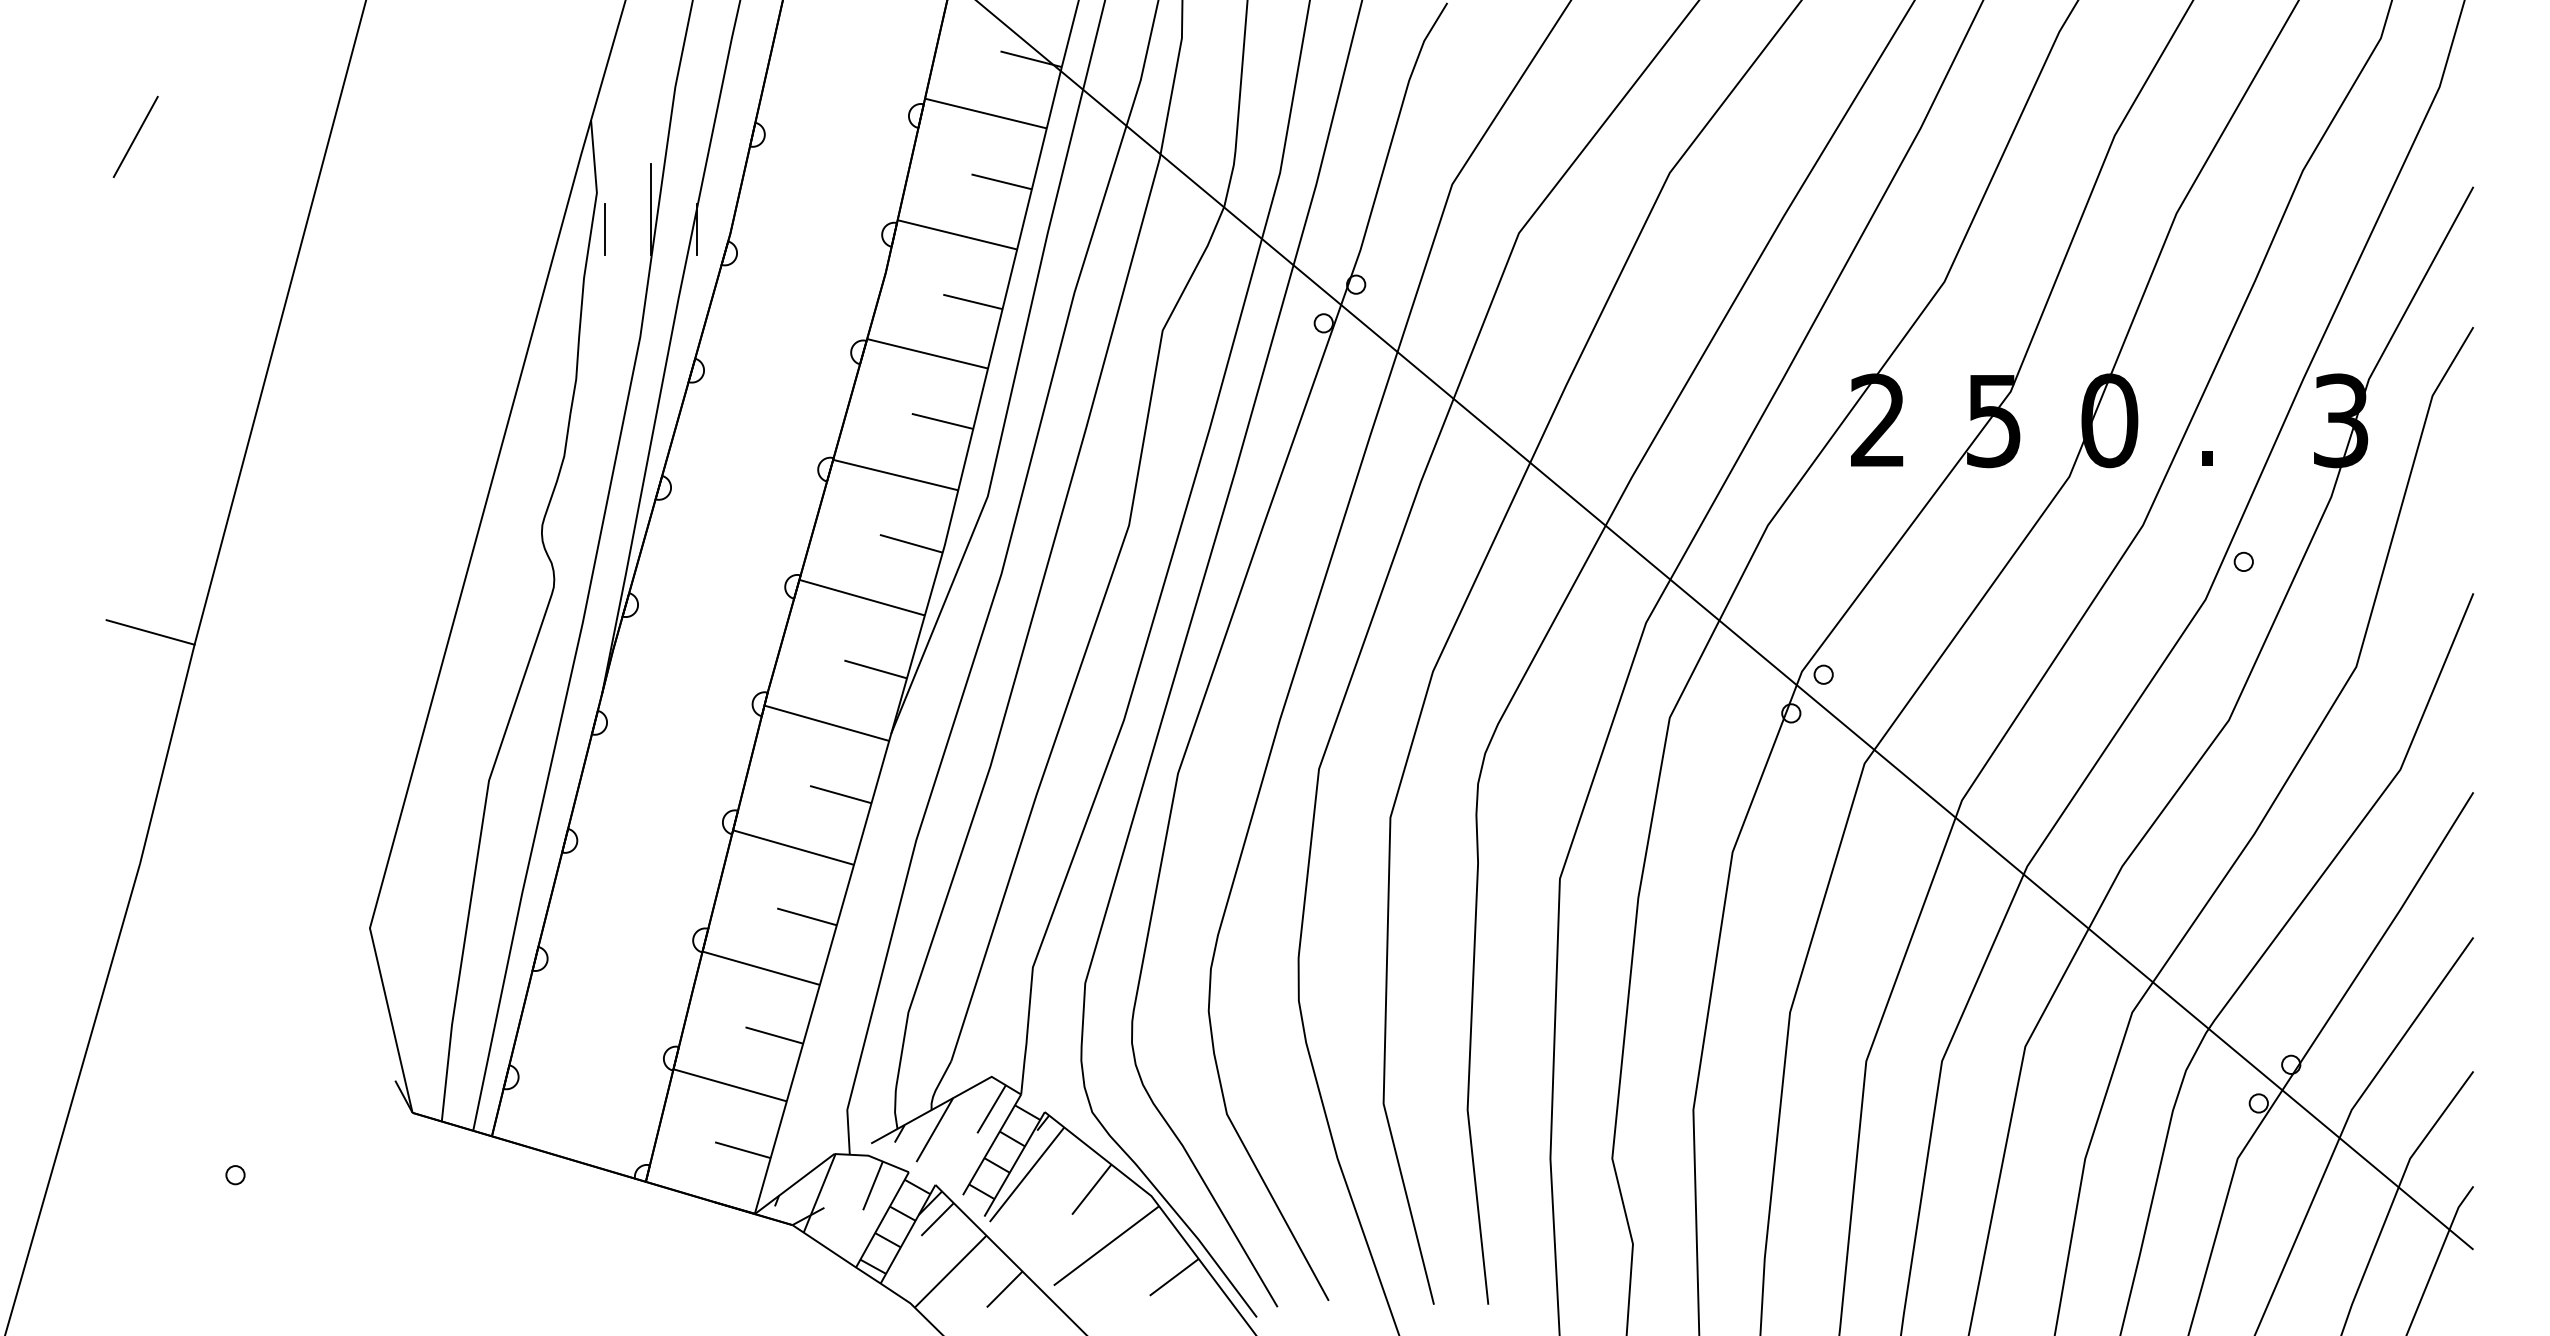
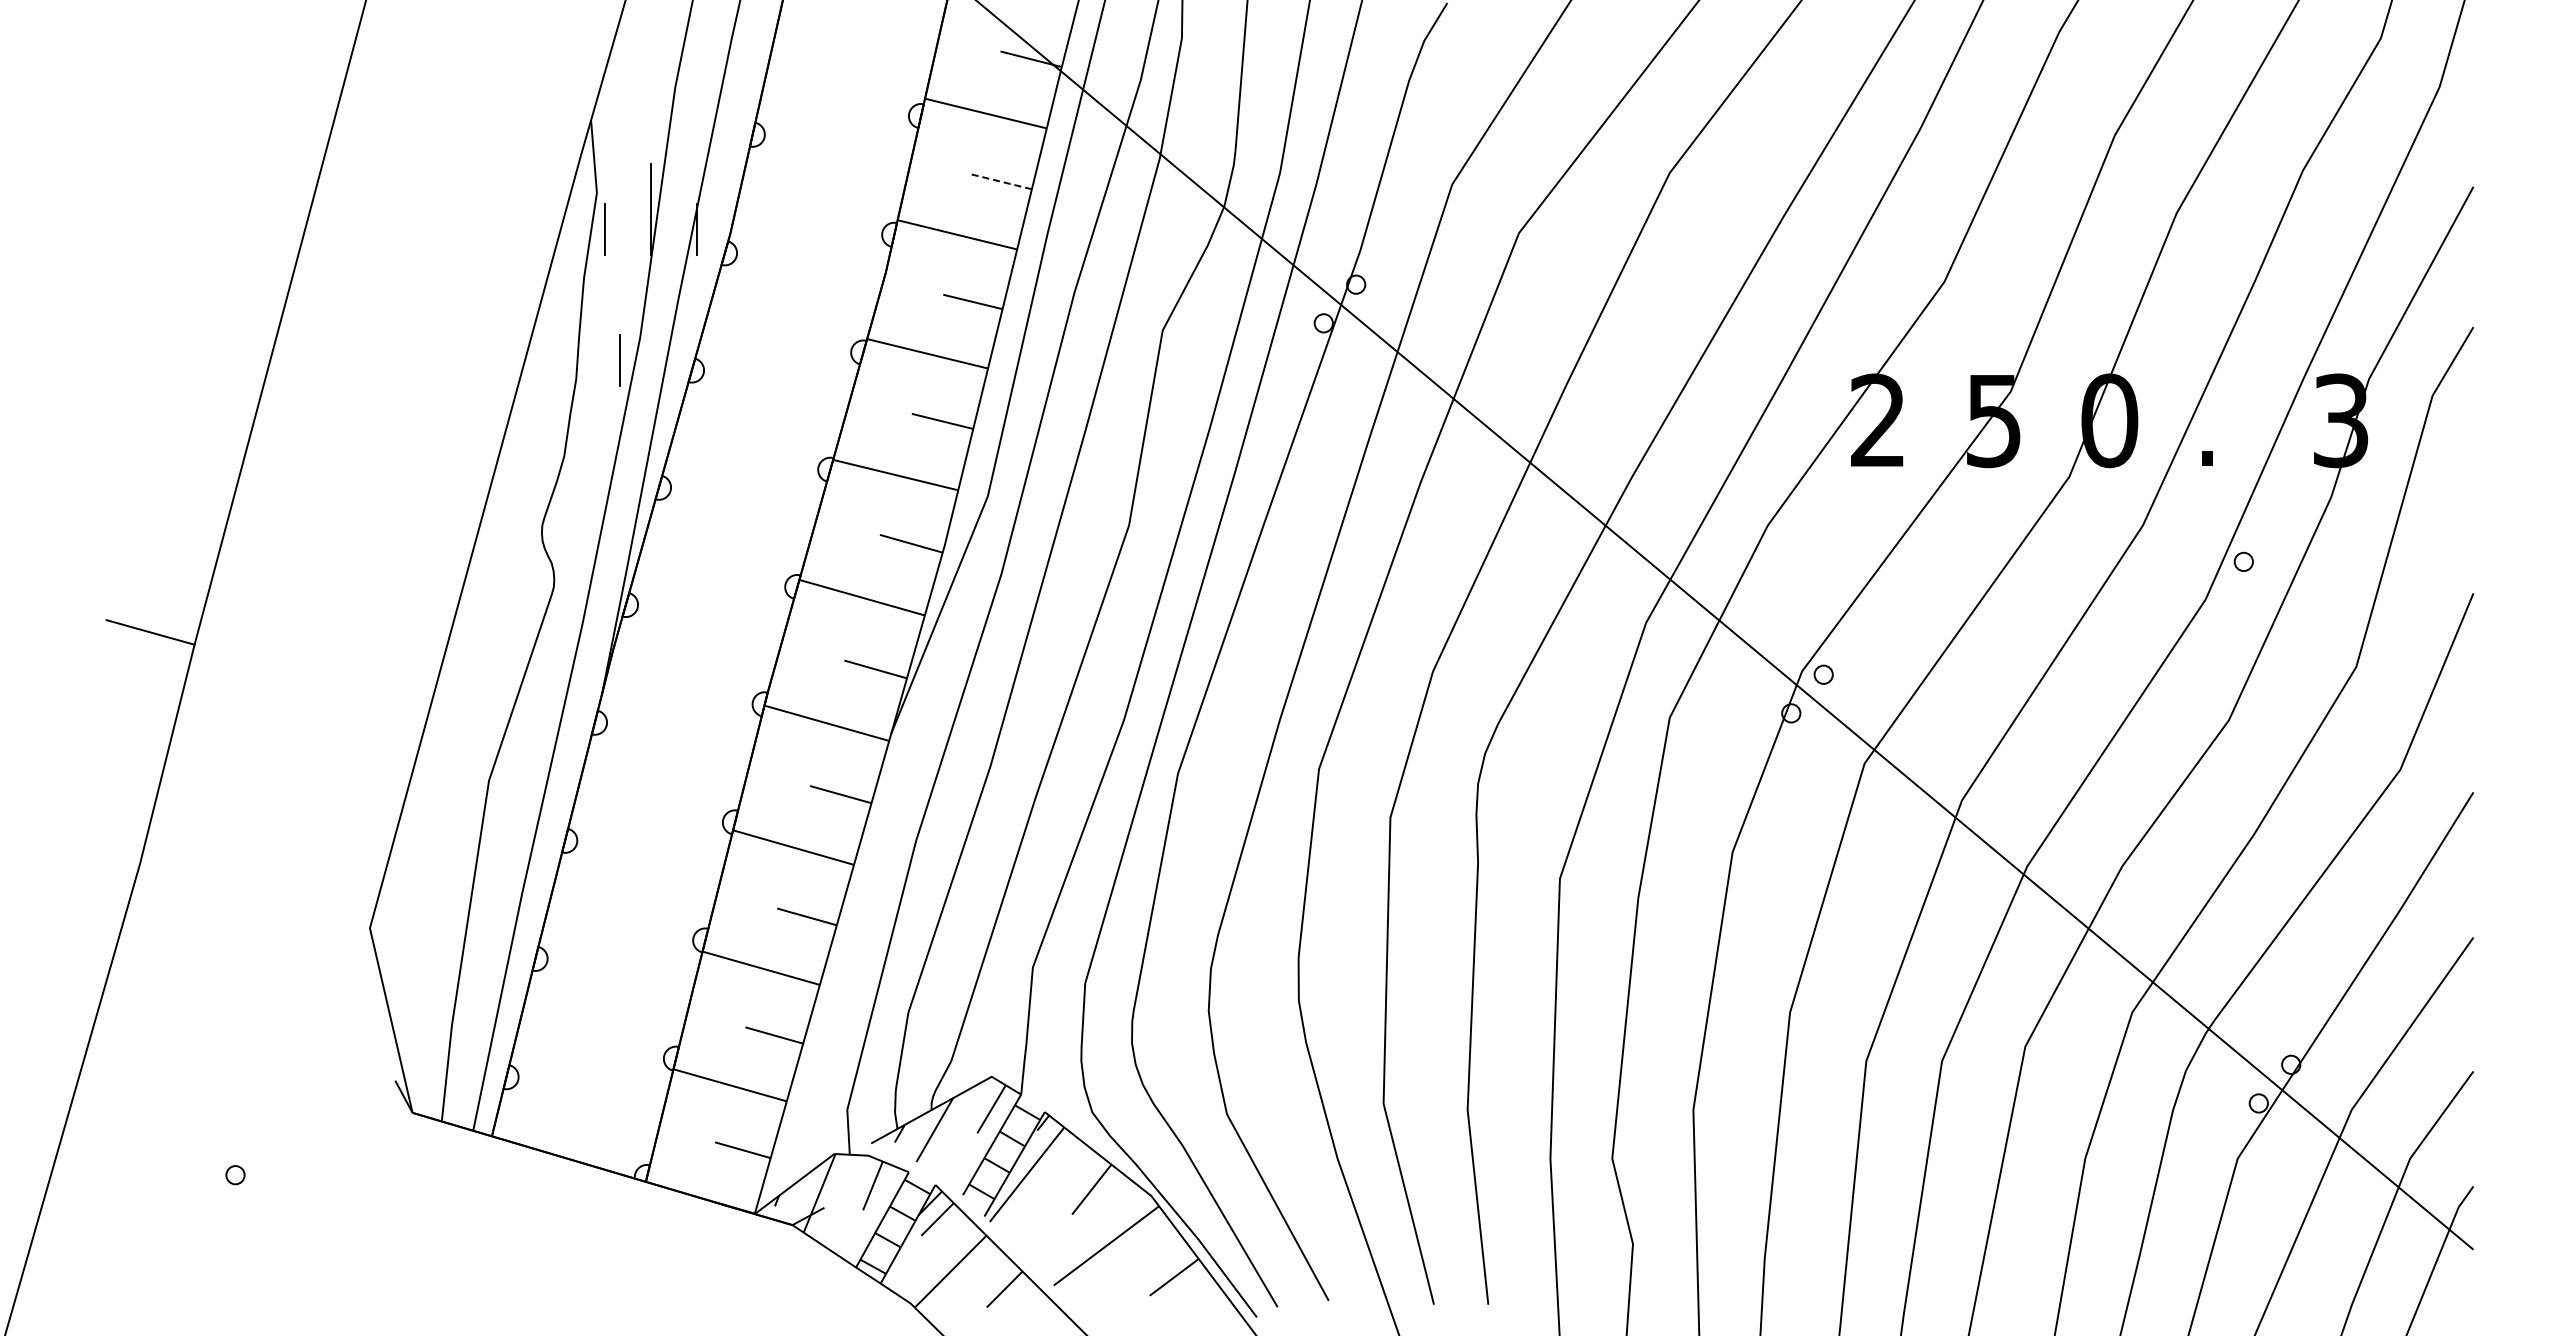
line at (135, 136): present -> none
line at (1001, 181): solid -> dashed
line at (619, 360): none -> present
